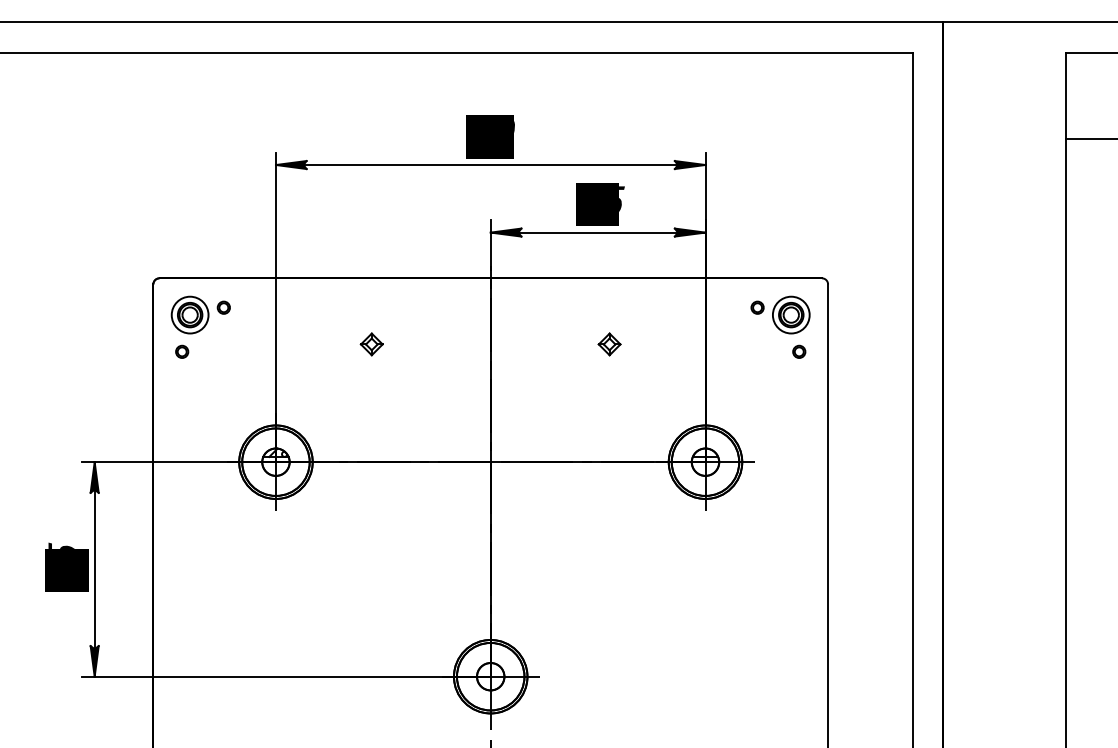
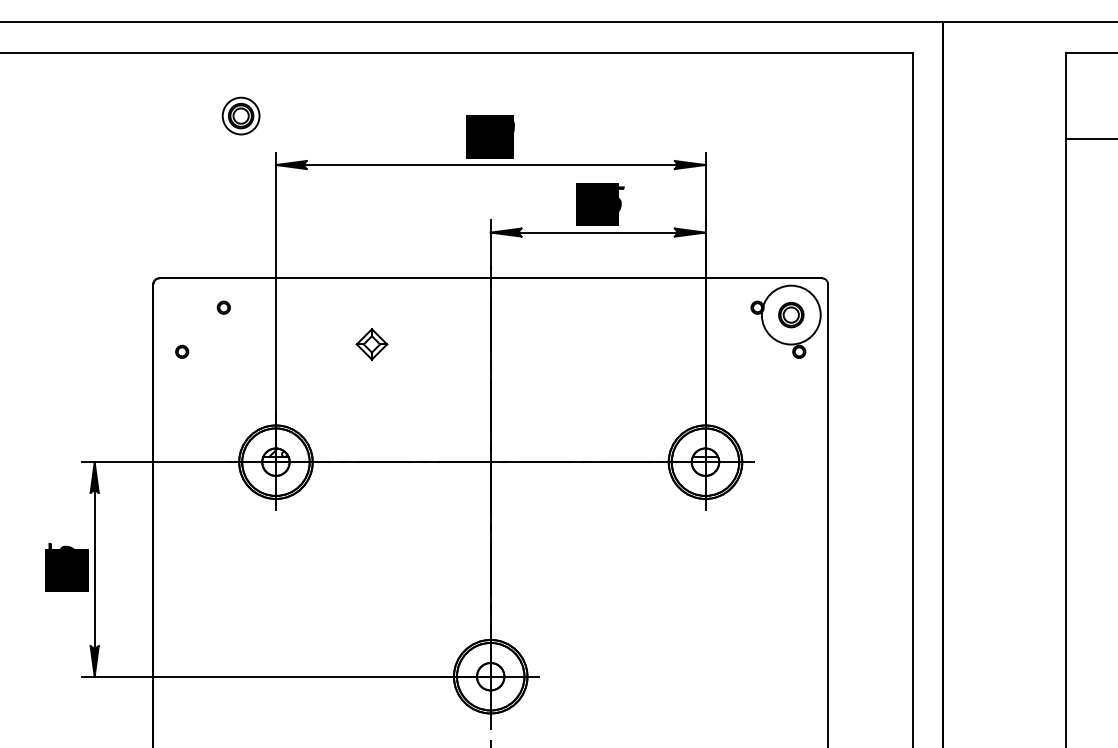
part at (189, 314) position: (189, 314) -> (240, 115)
circle at (790, 314) diameter: 37 px -> 59 px
part at (371, 344) size: 25x25 px -> 34x33 px
part at (609, 344): present -> none
